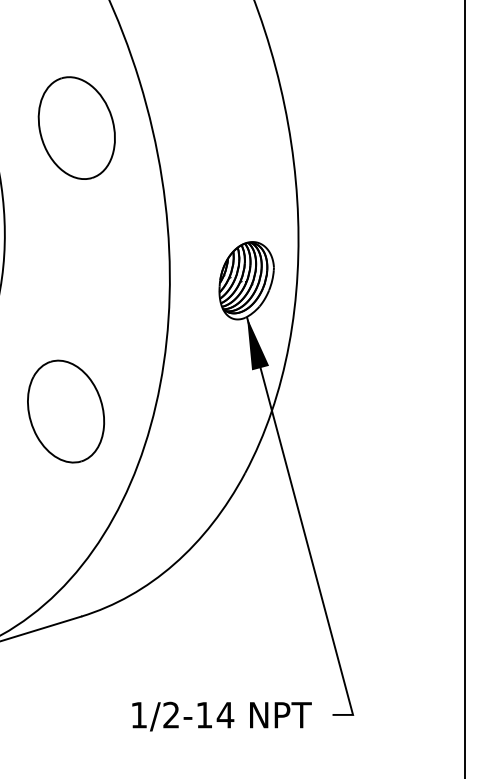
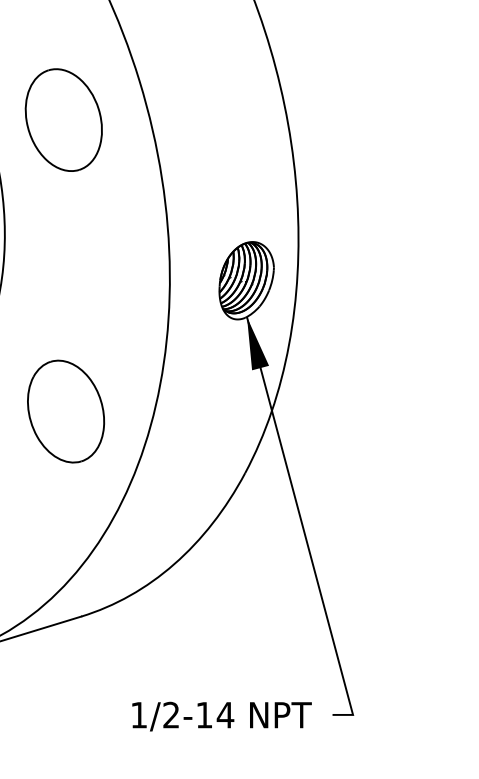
part at (76, 127) position: (76, 127) -> (63, 119)
line at (464, 388): present -> none
